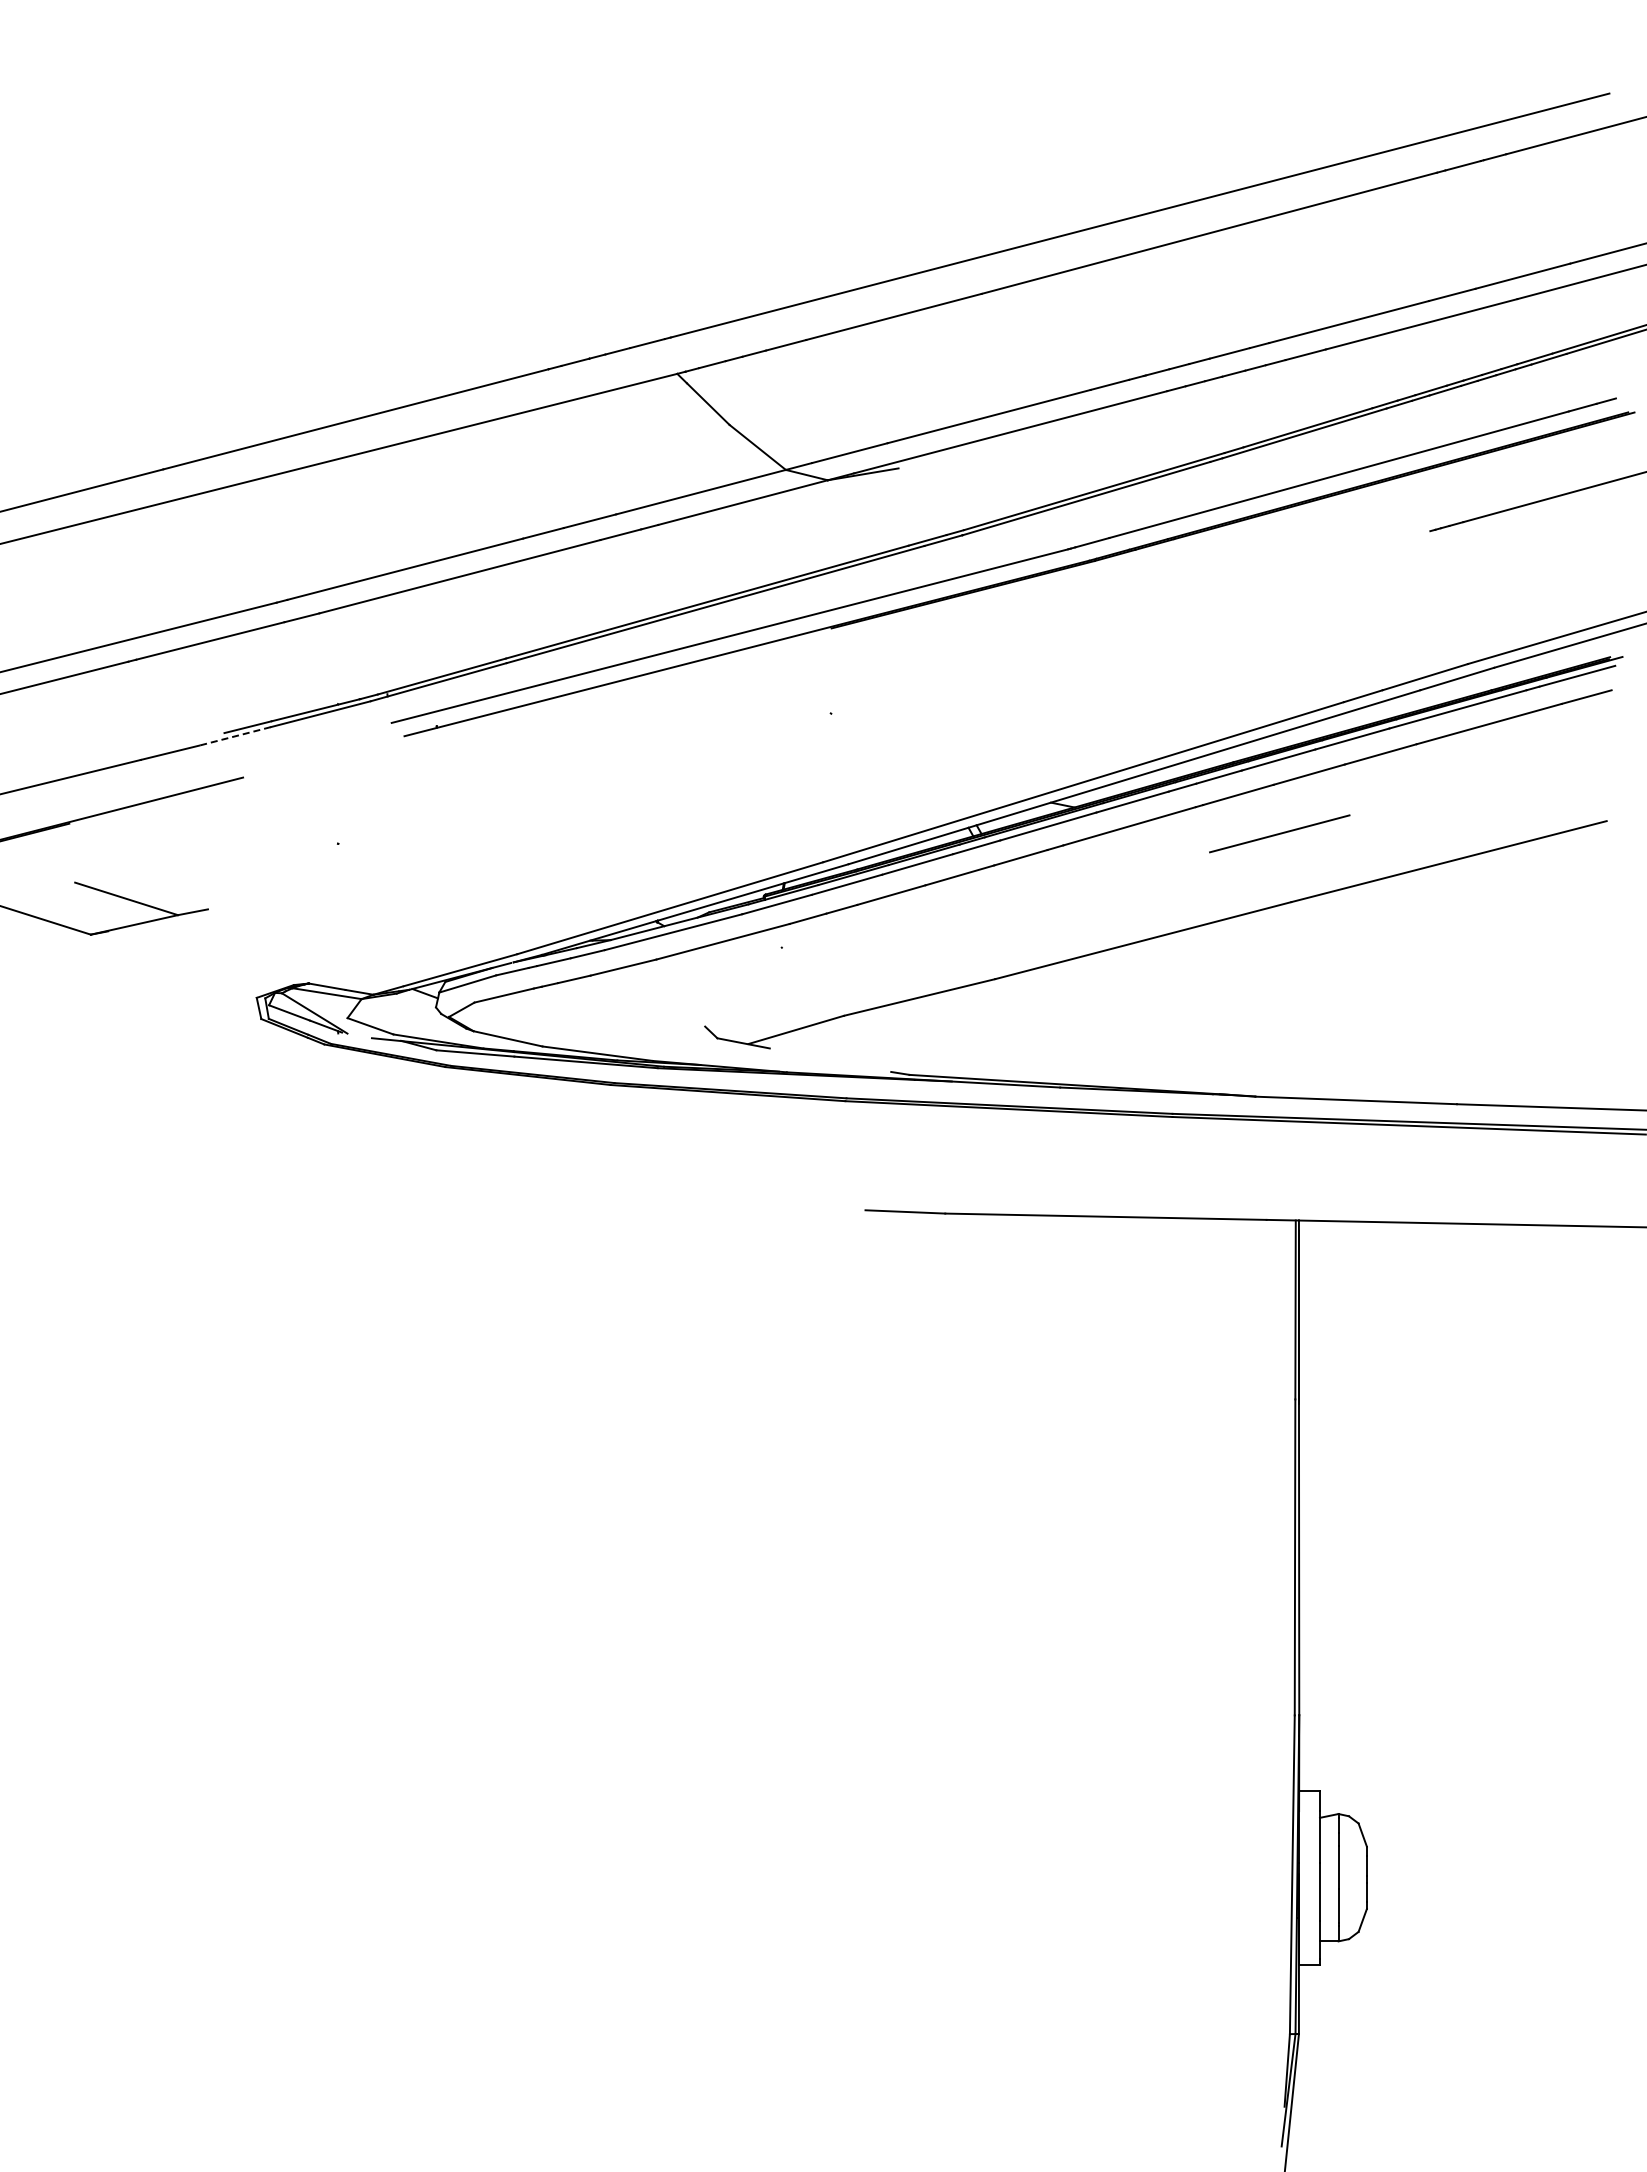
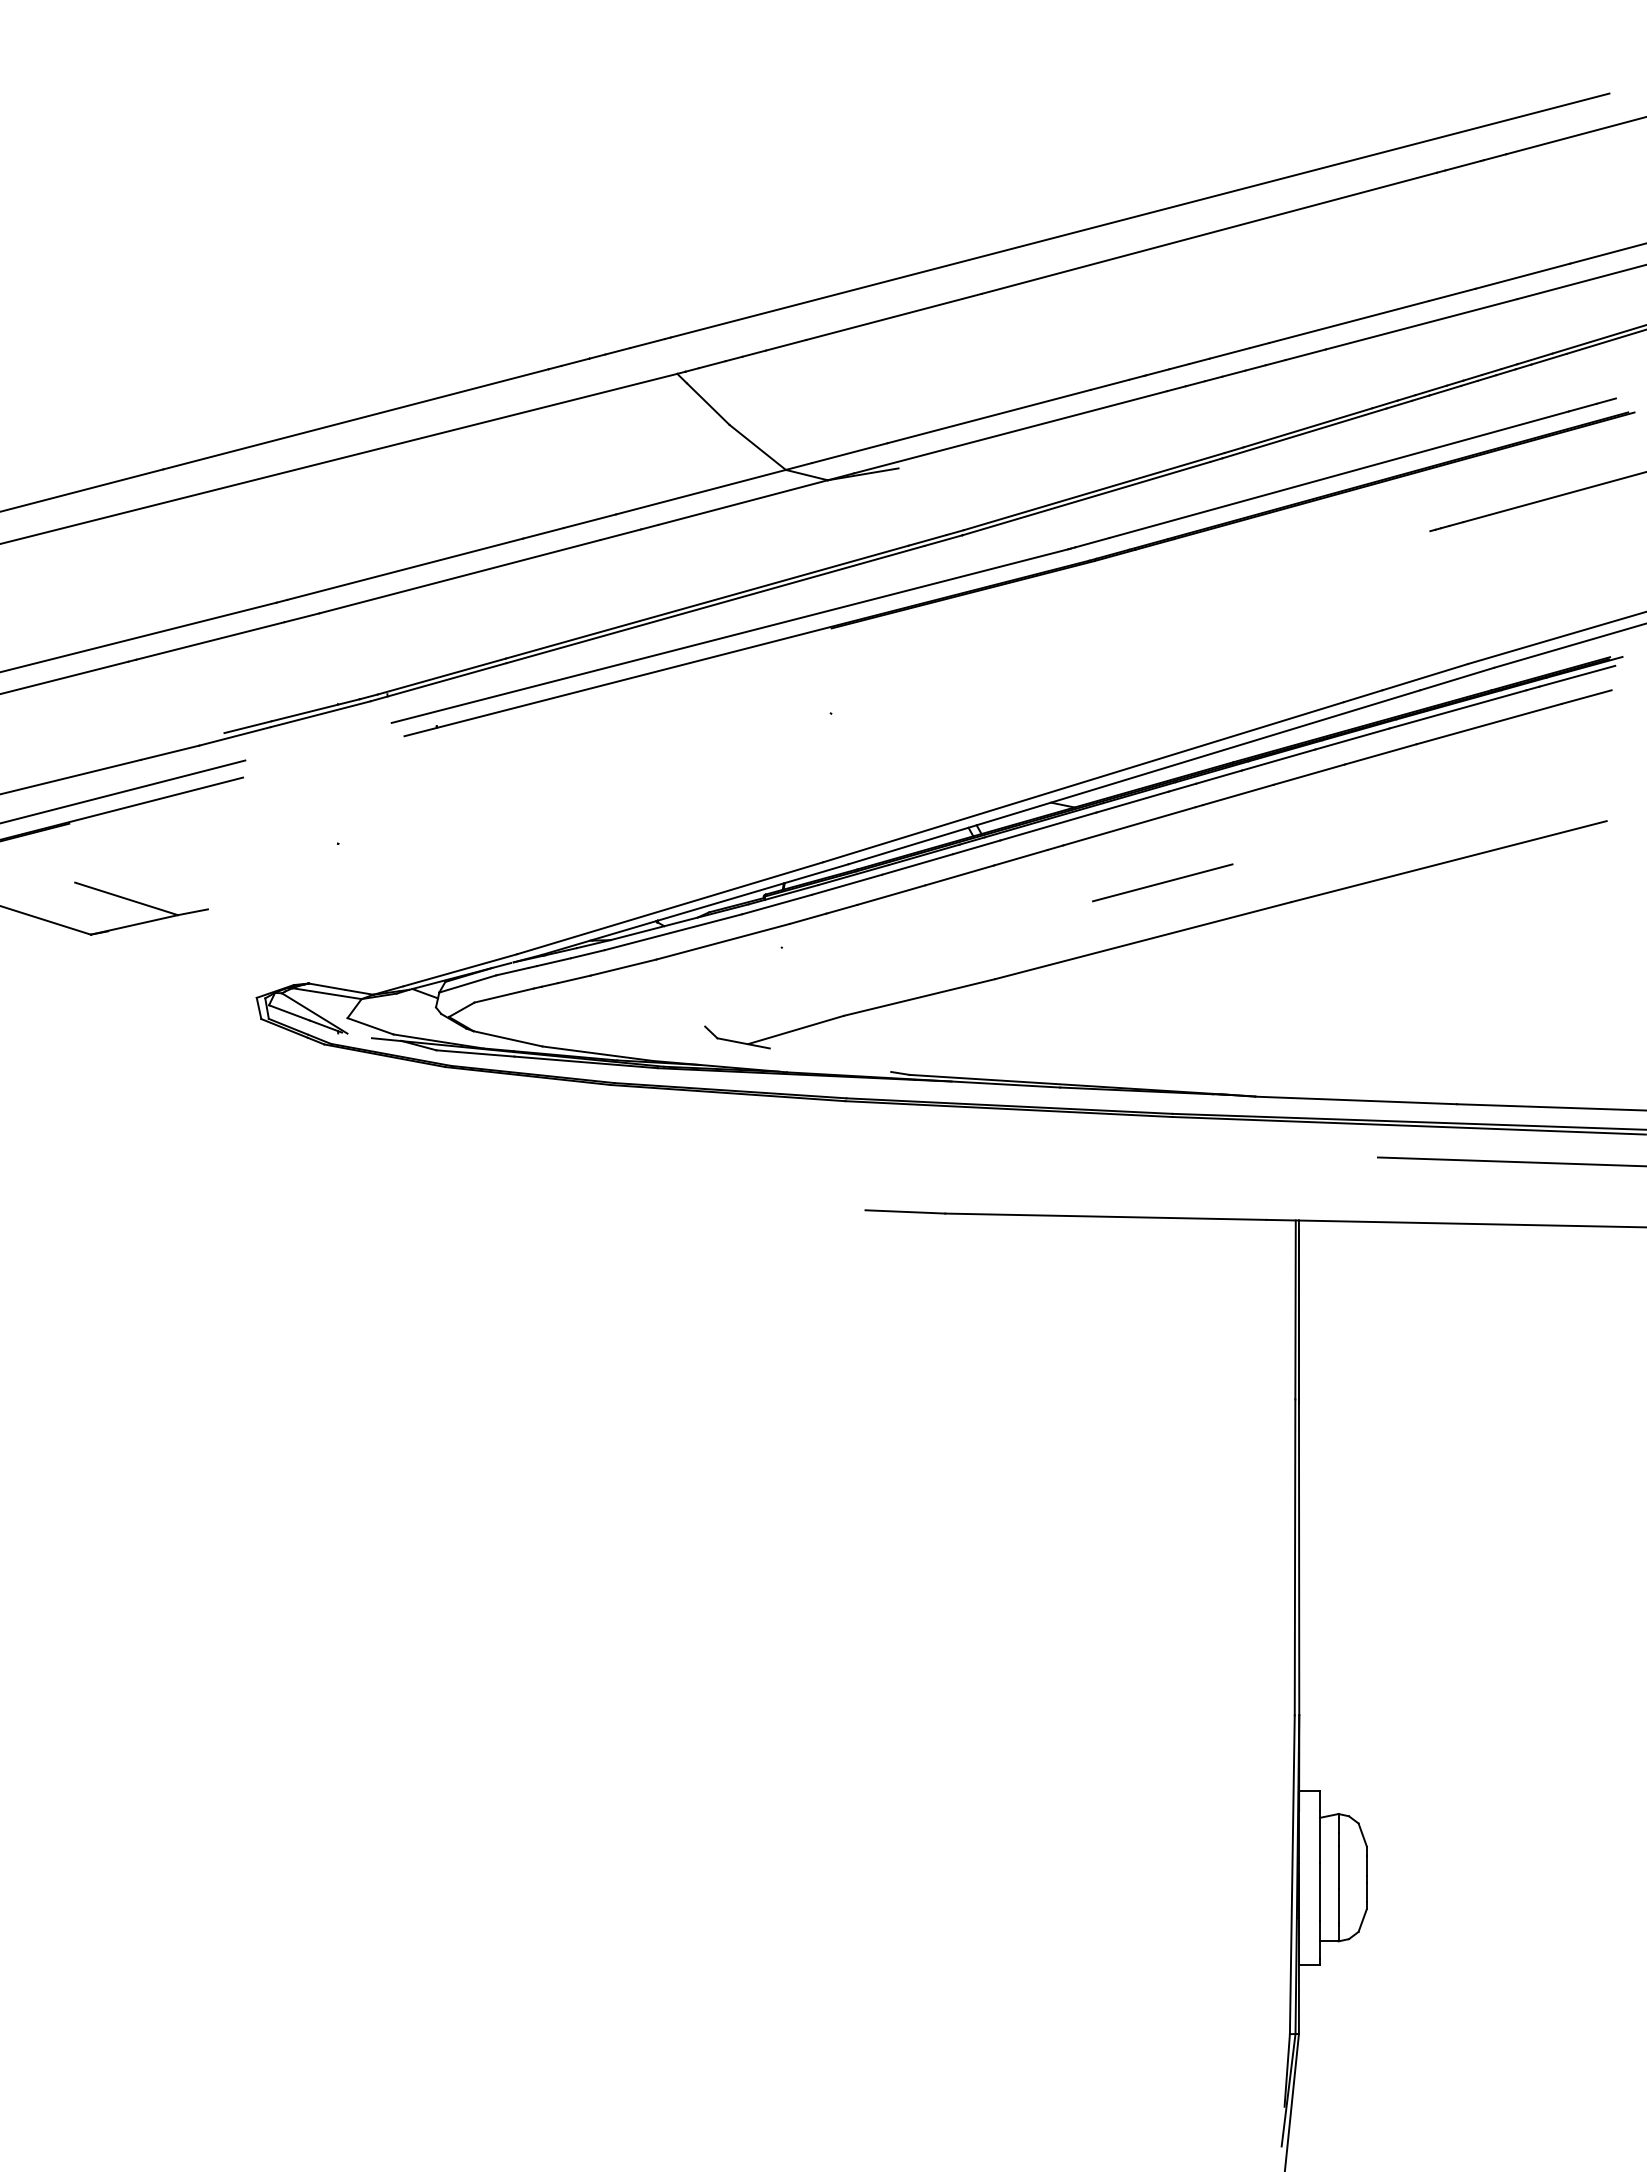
line at (235, 736): dashed -> solid
line at (123, 791): none -> present
line at (1279, 833) position: (1279, 833) -> (1162, 882)
line at (1510, 1161): none -> present
